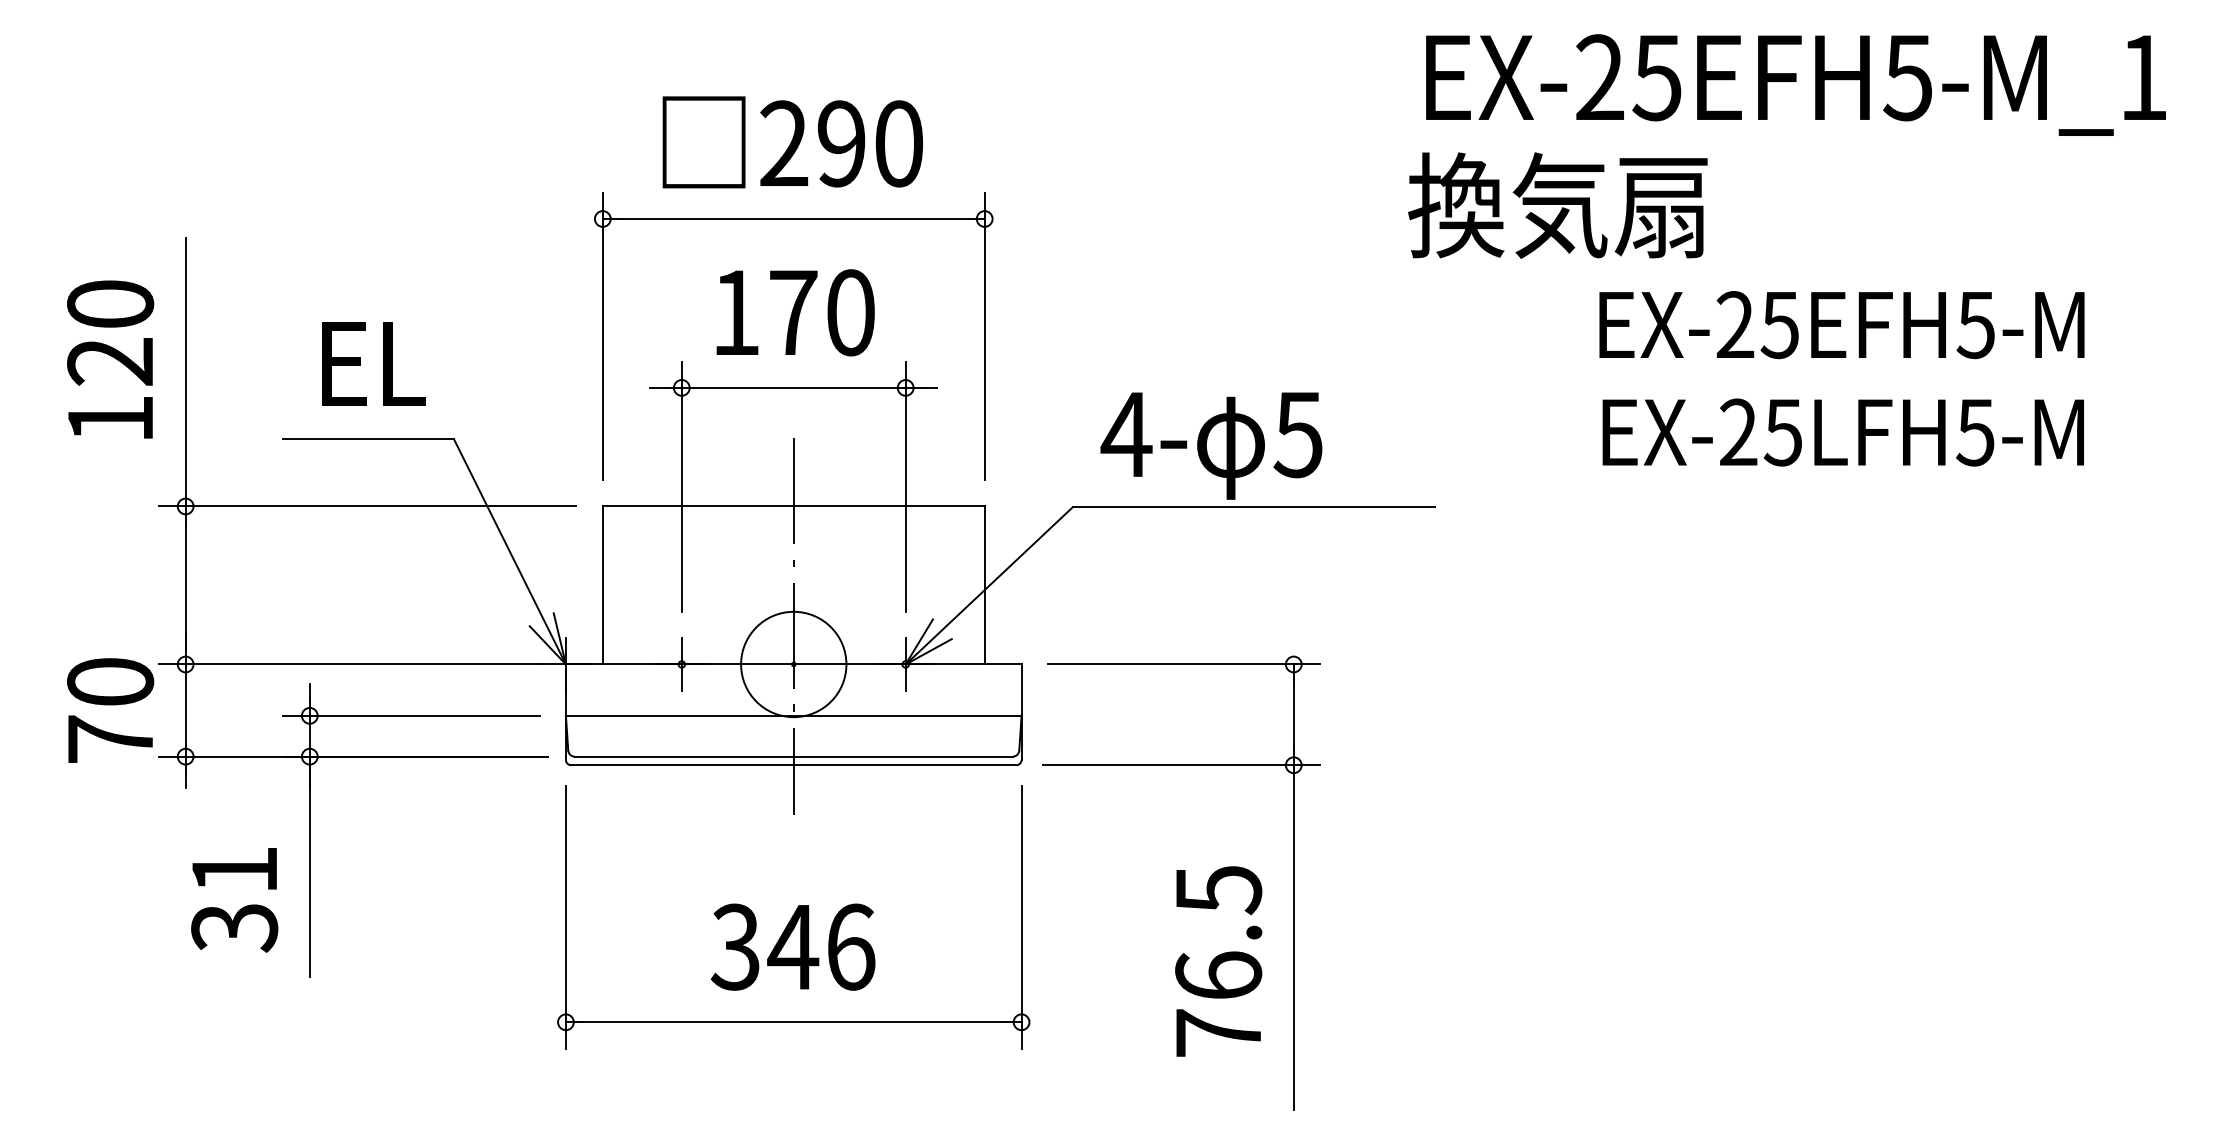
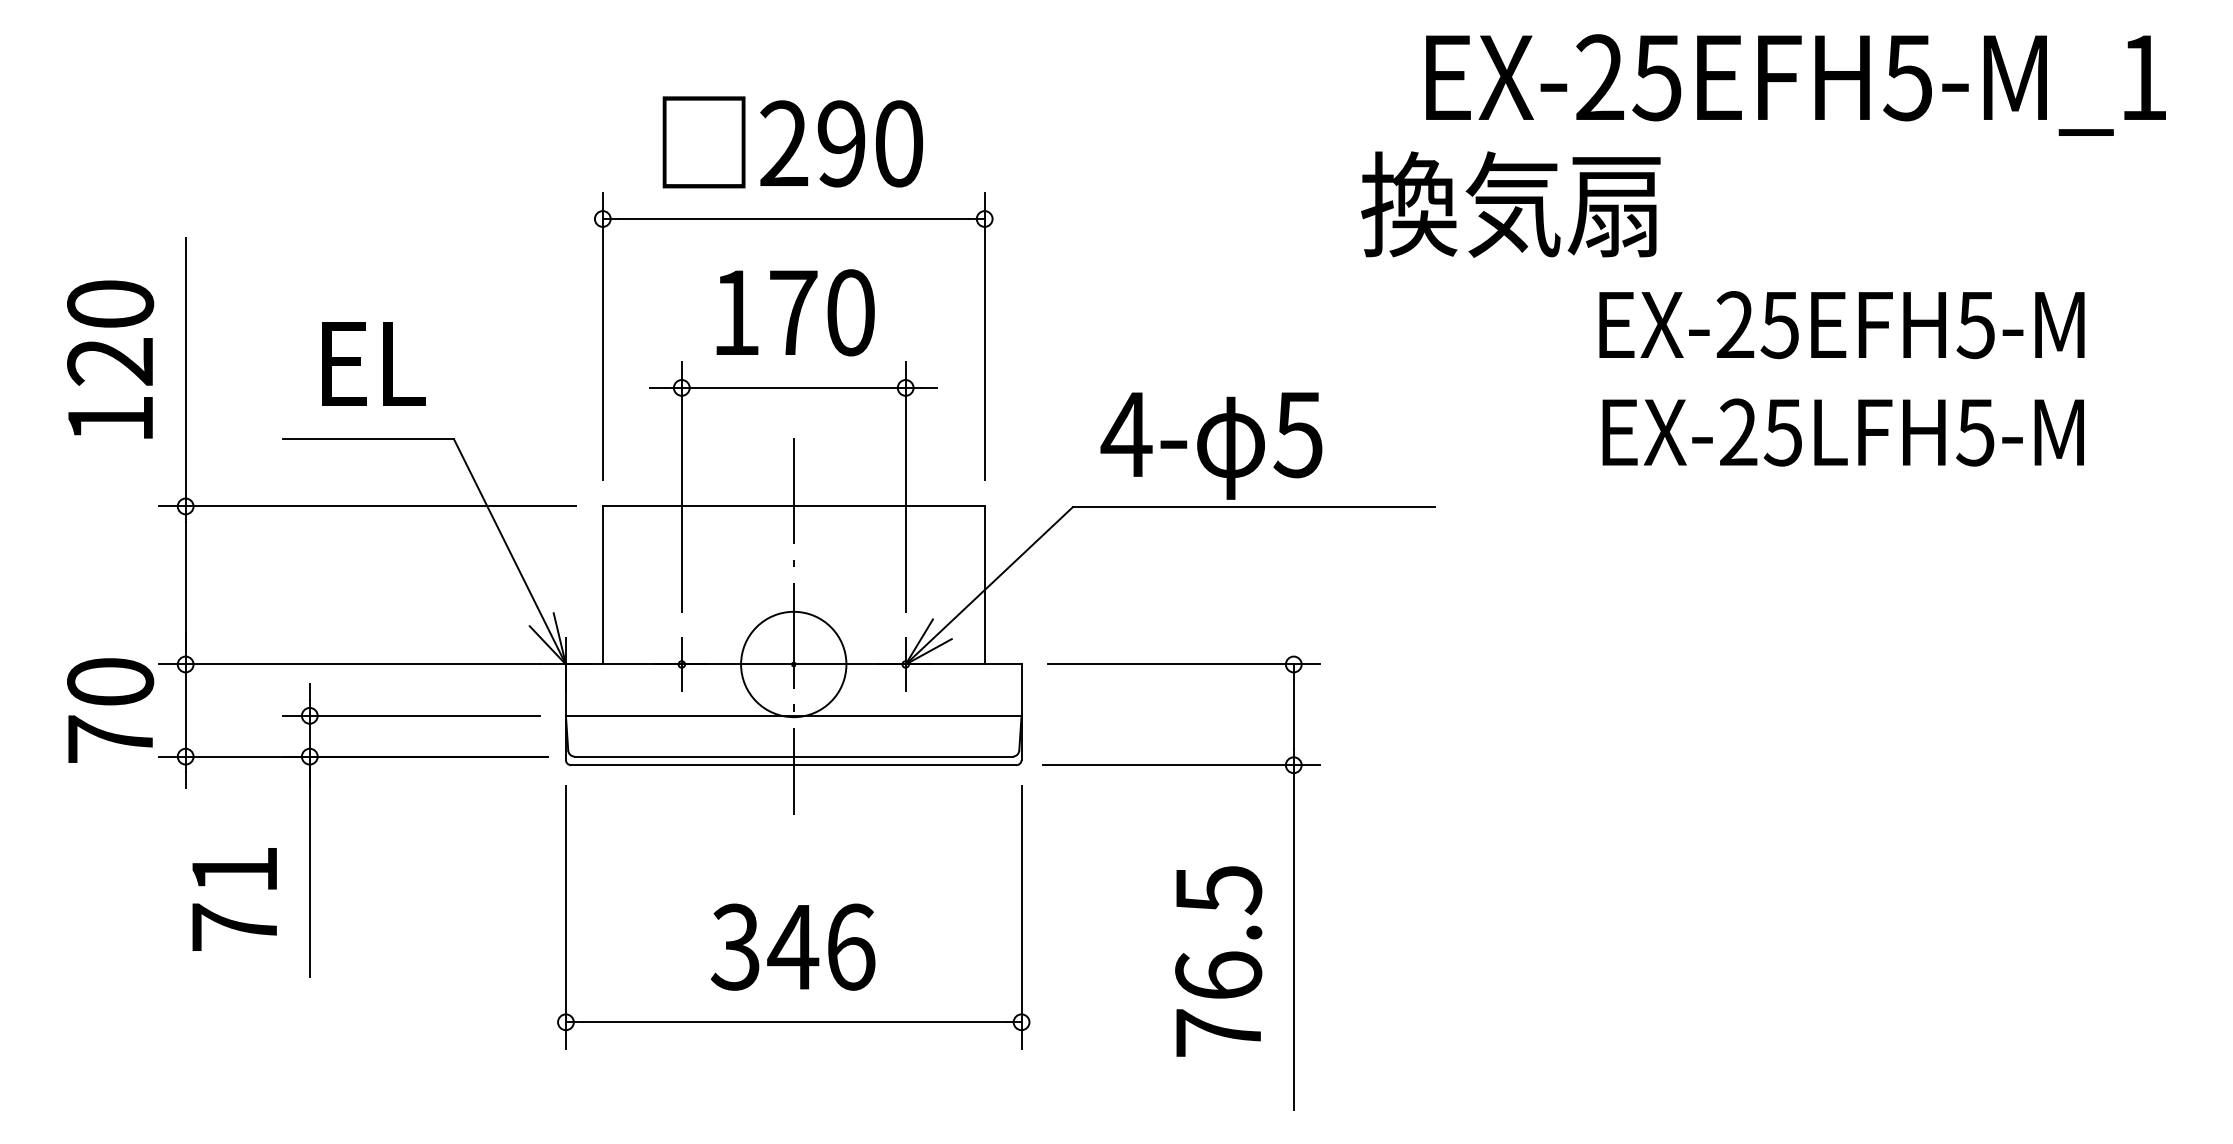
text at (1557, 205) position: (1557, 205) -> (1510, 204)
text at (234, 927): 31 -> 71
